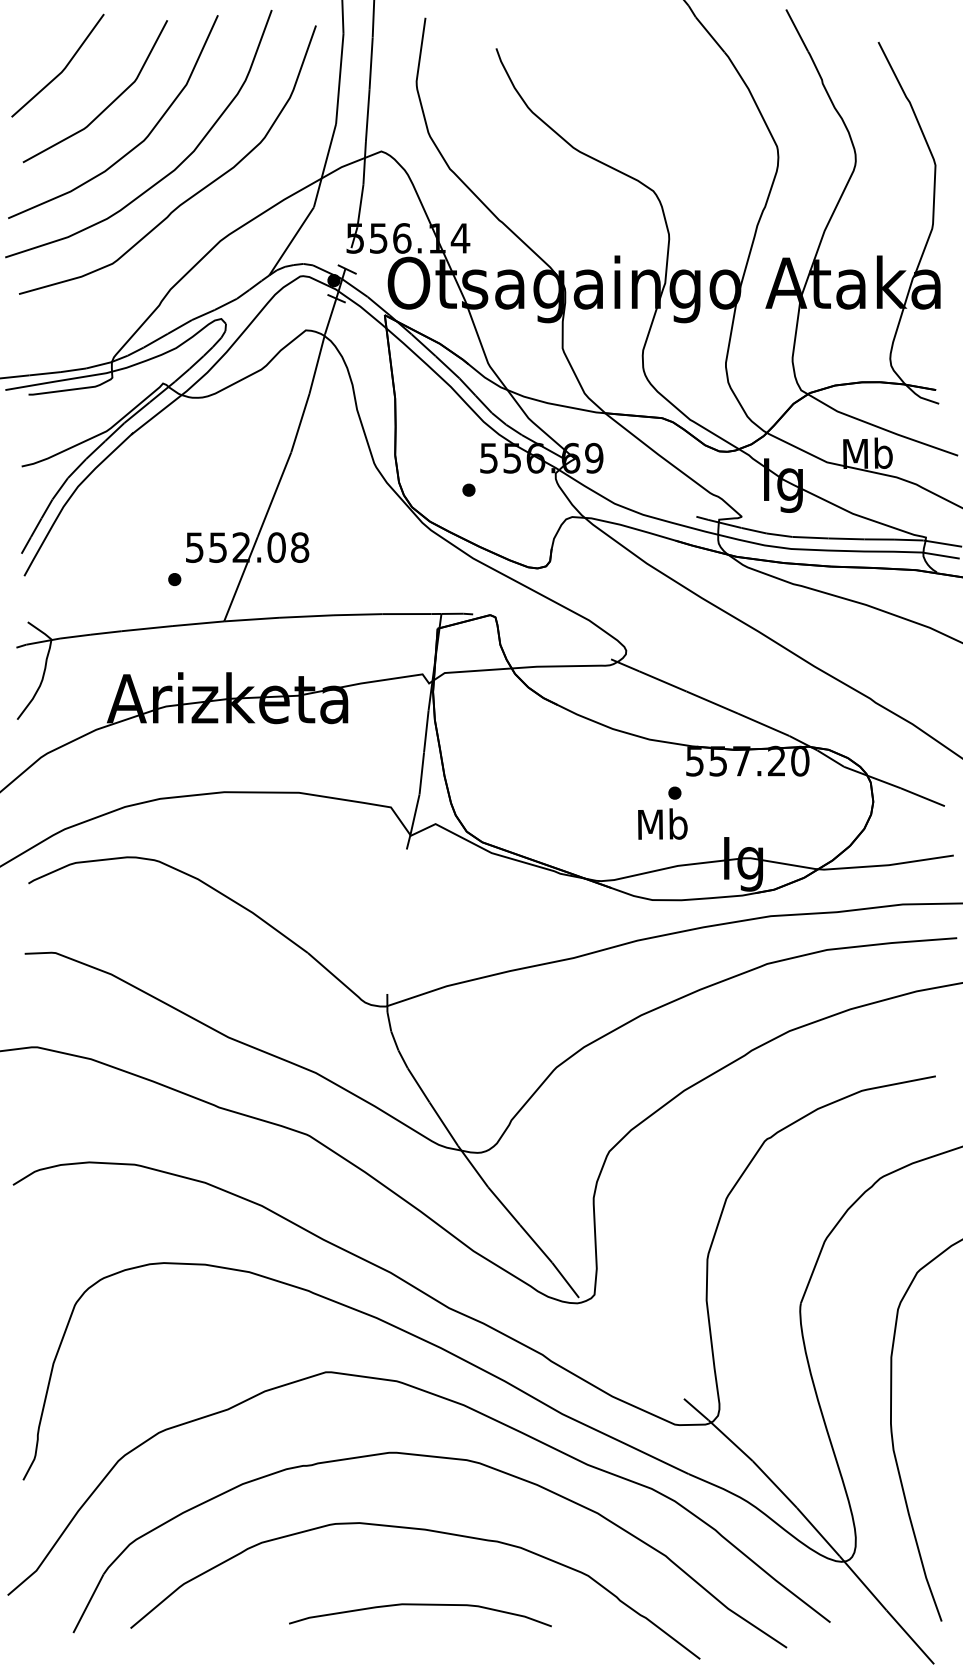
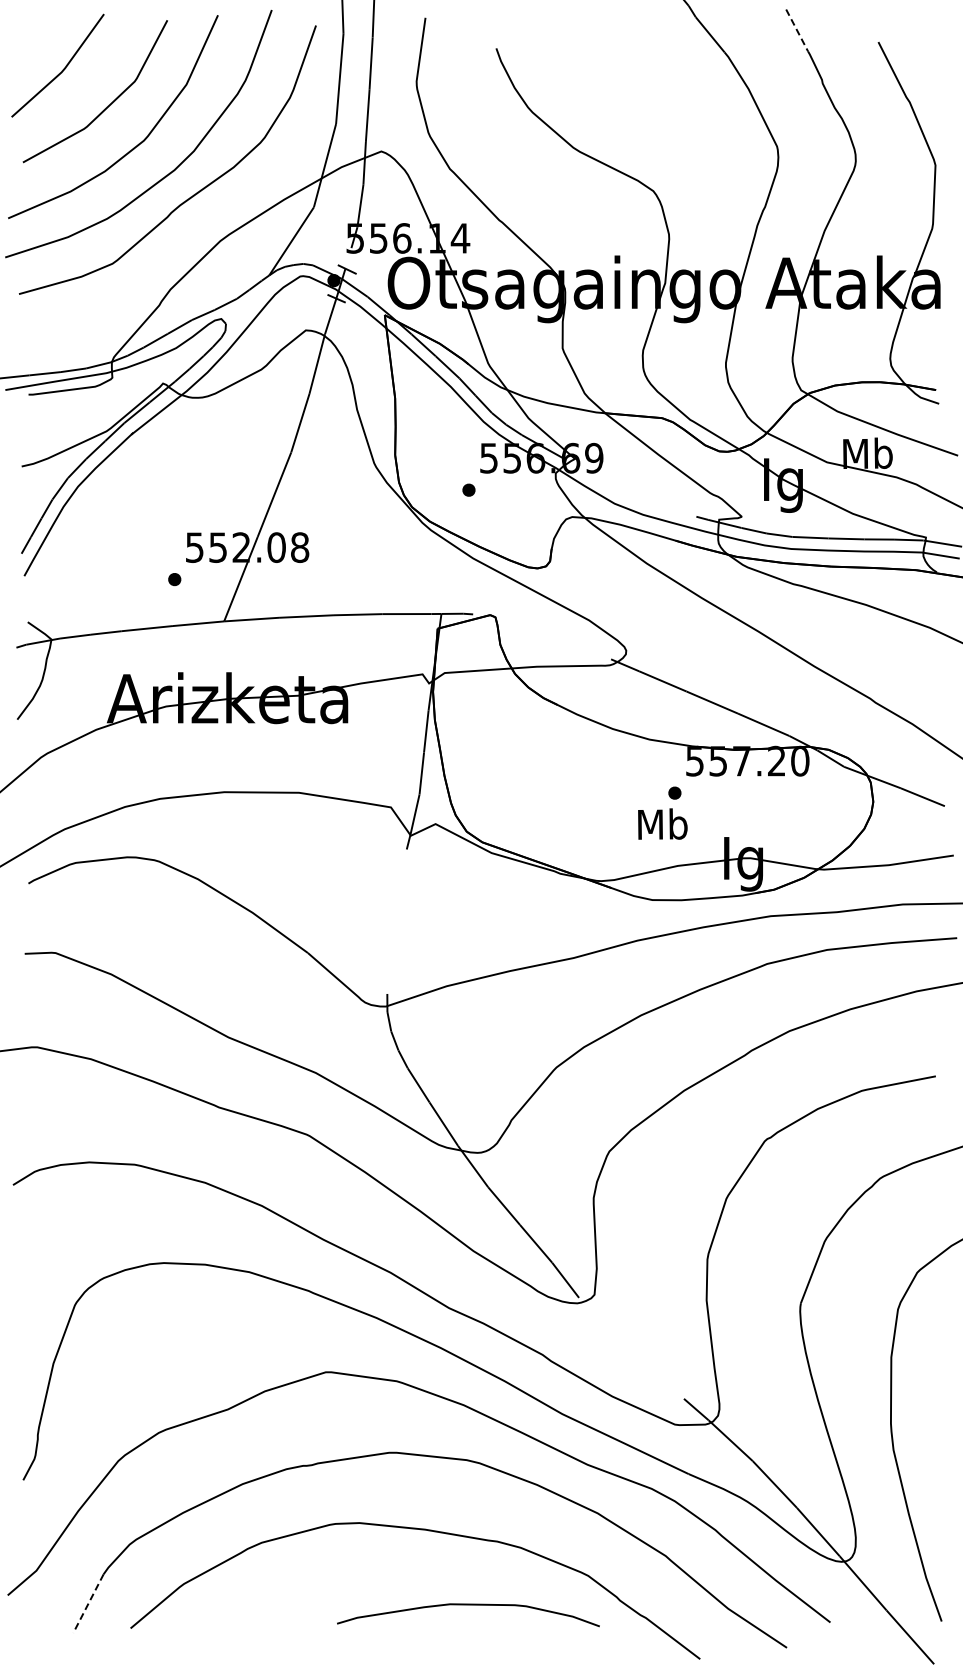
line at (797, 30): solid -> dashed
line at (88, 1604): solid -> dashed
curve at (420, 1605) position: (420, 1605) -> (468, 1605)
